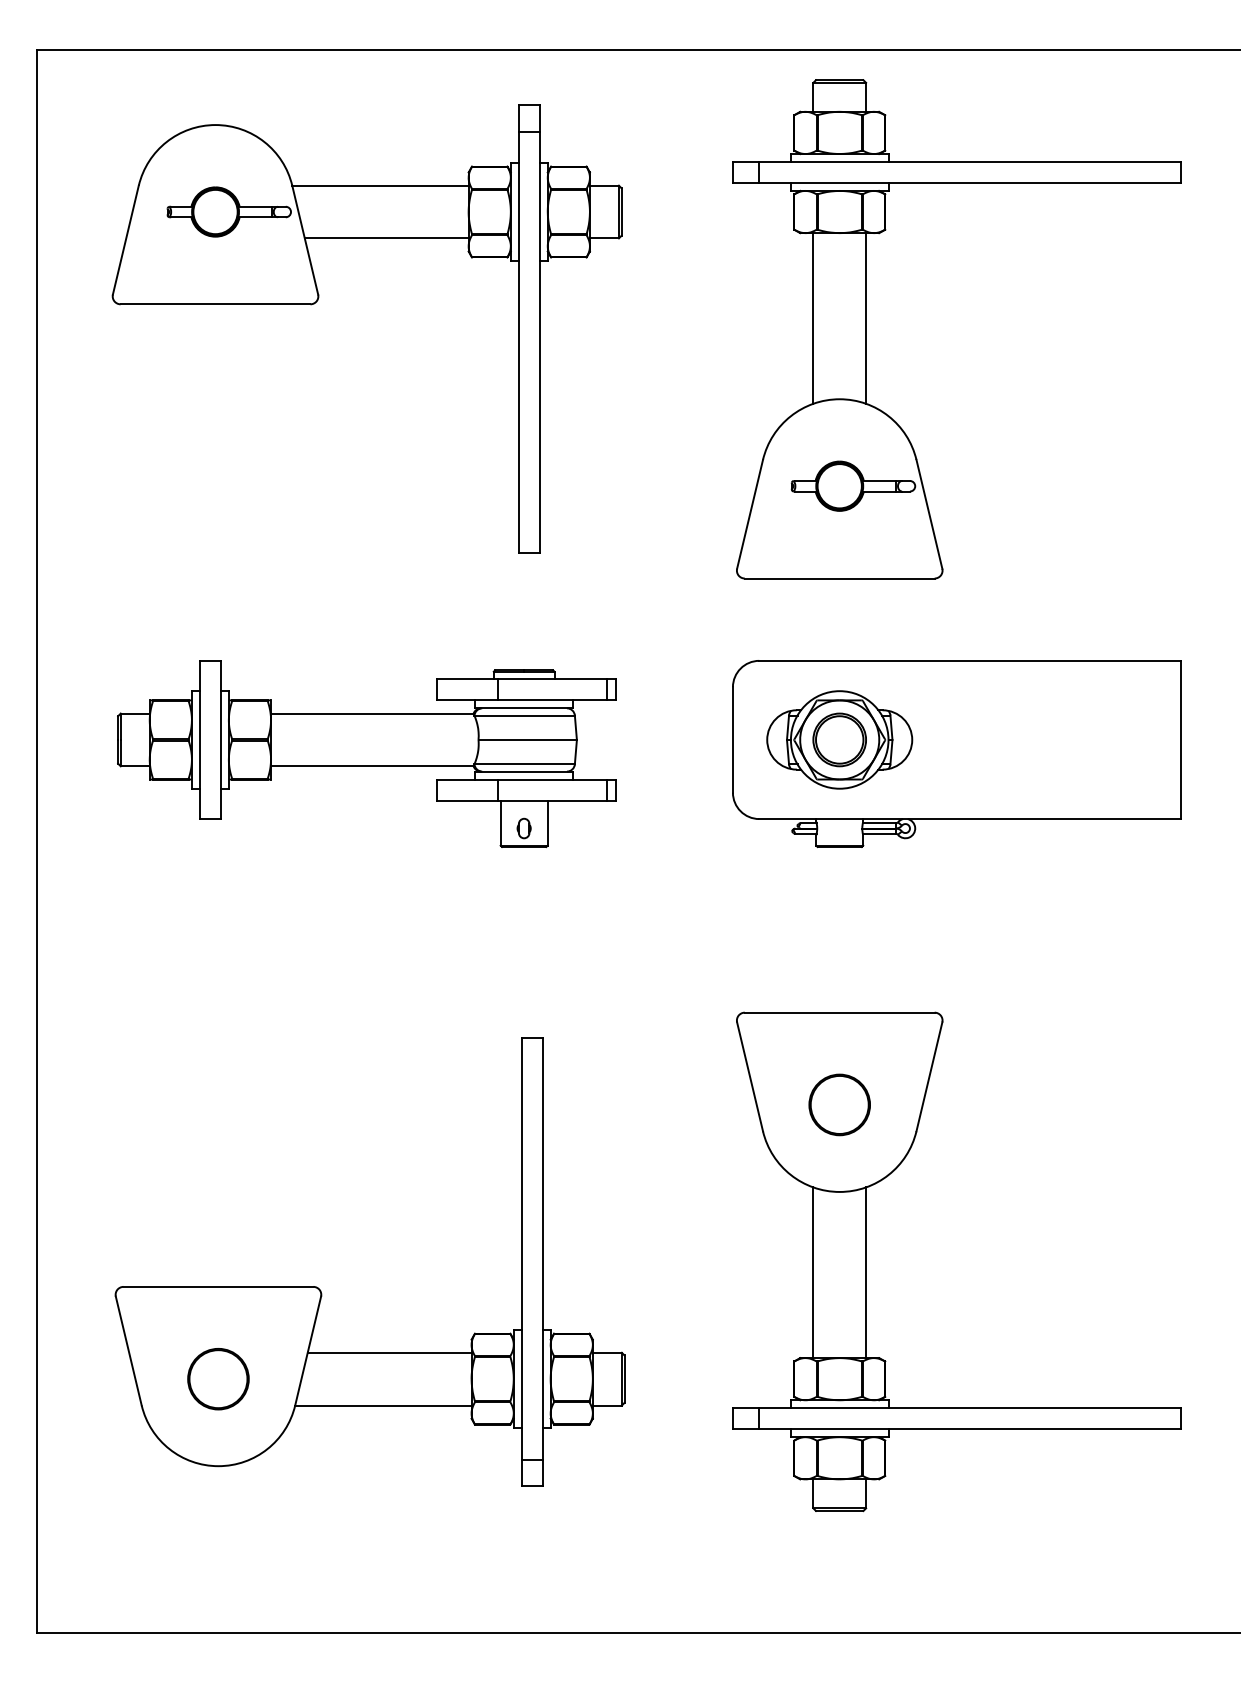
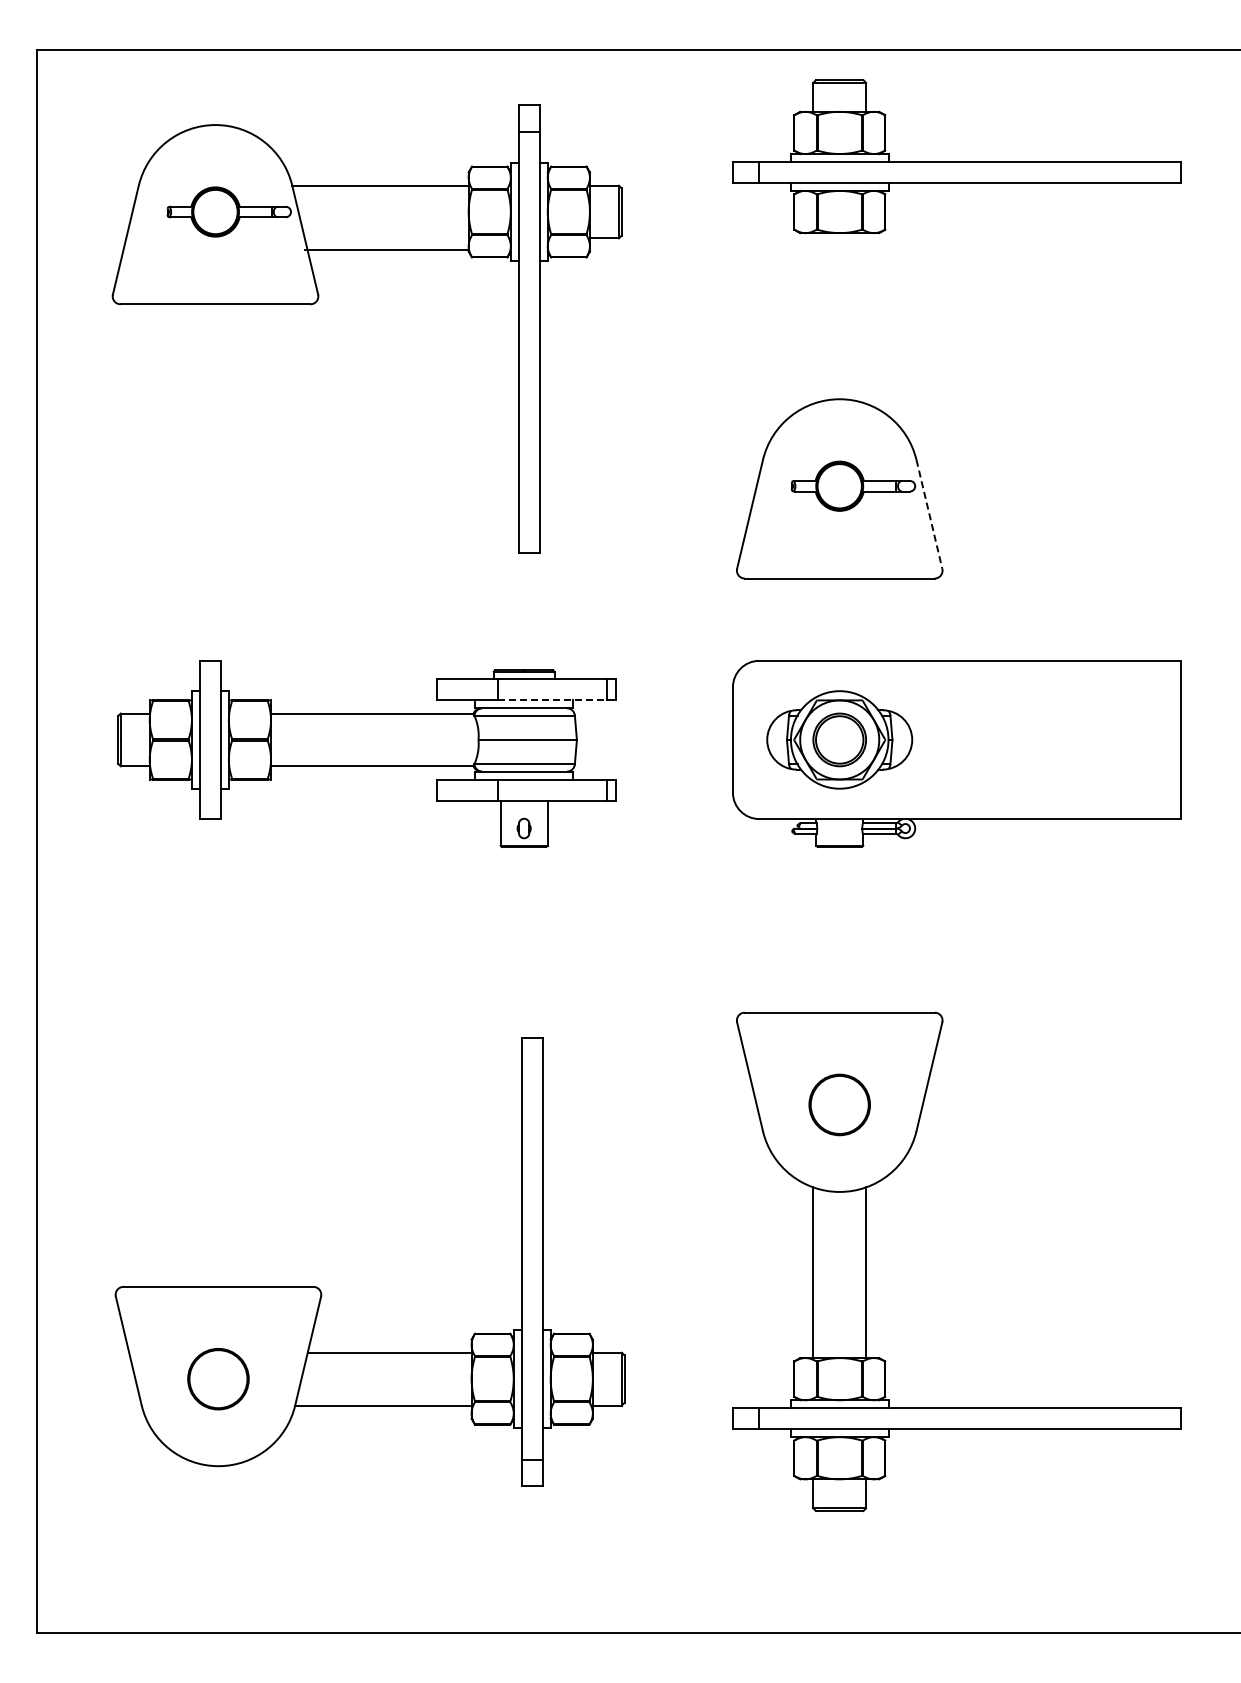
line at (386, 238) position: (386, 238) -> (386, 250)
line at (813, 318): present -> none
line at (866, 318): present -> none
line at (929, 514): solid -> dashed
line at (552, 700): solid -> dashed
